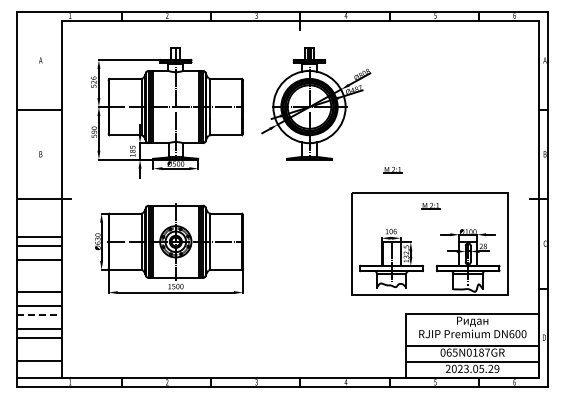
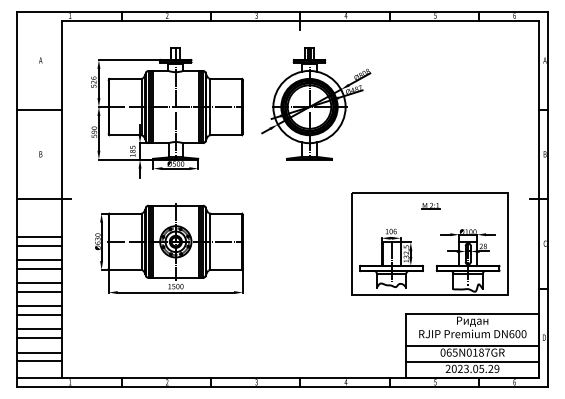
part at (392, 170): present -> none
line at (38, 268): none -> present
line at (38, 282): none -> present
line at (39, 314): dashed -> solid
line at (38, 352): none -> present
